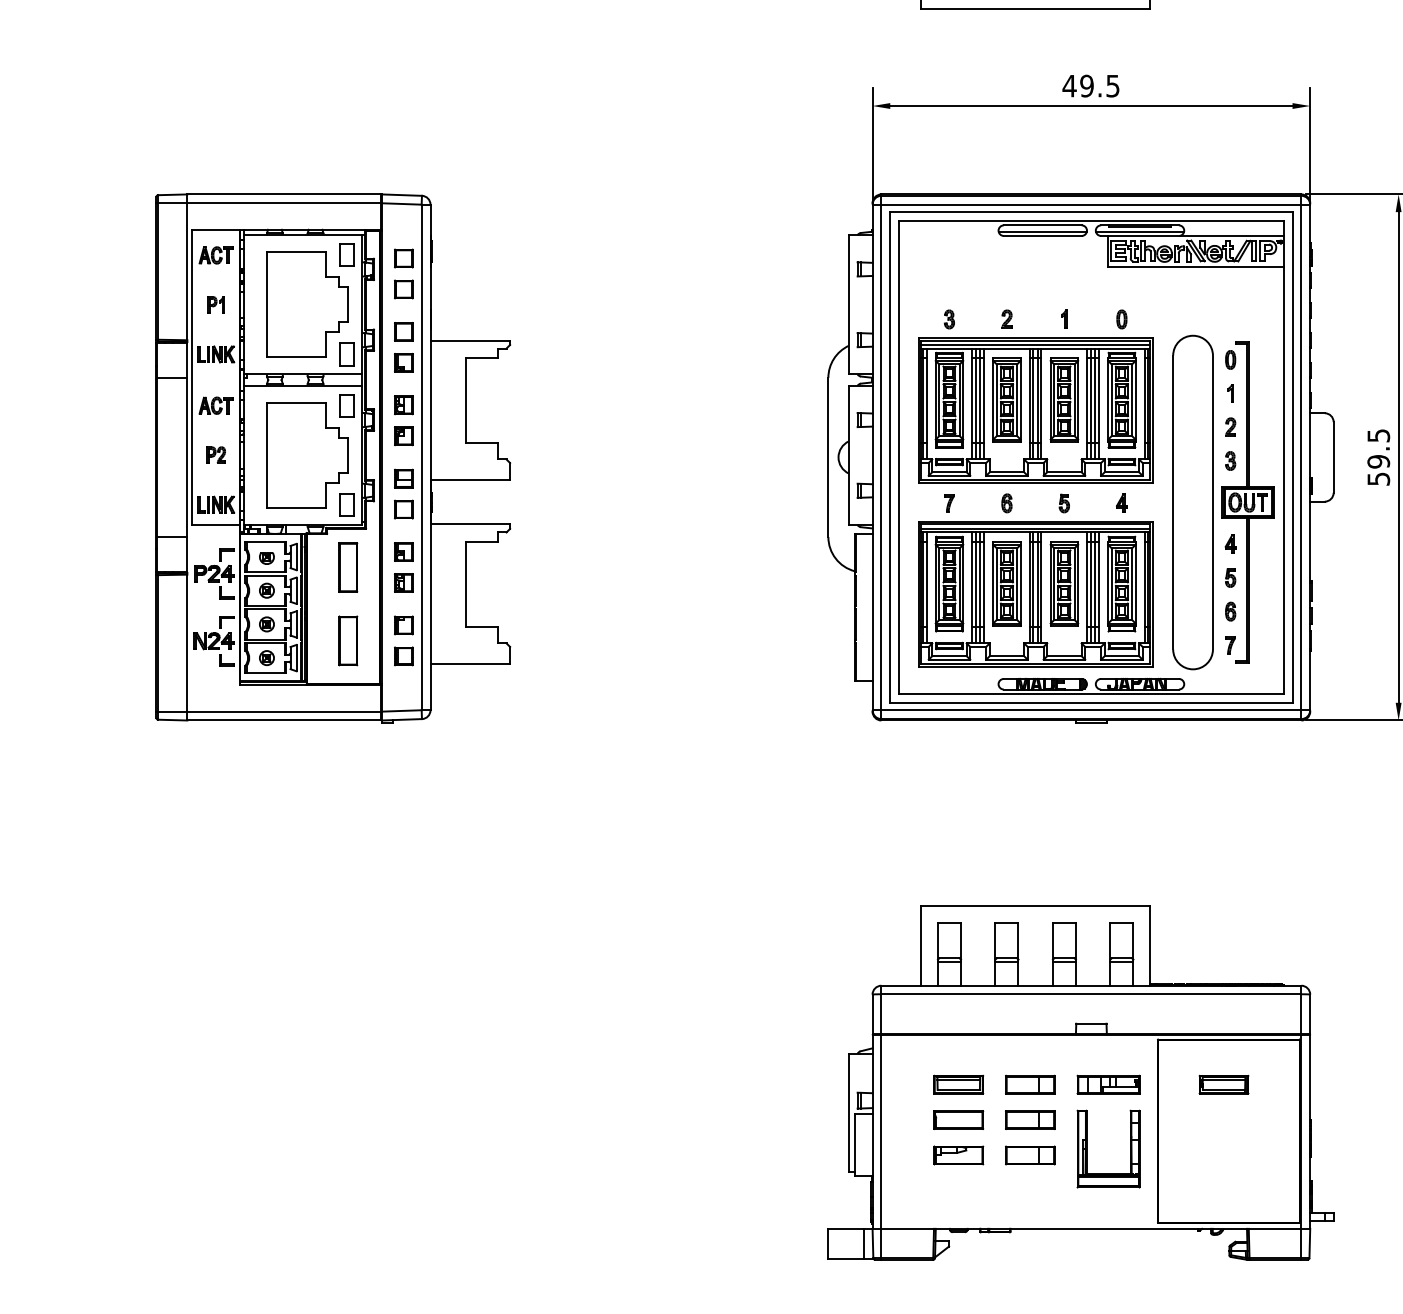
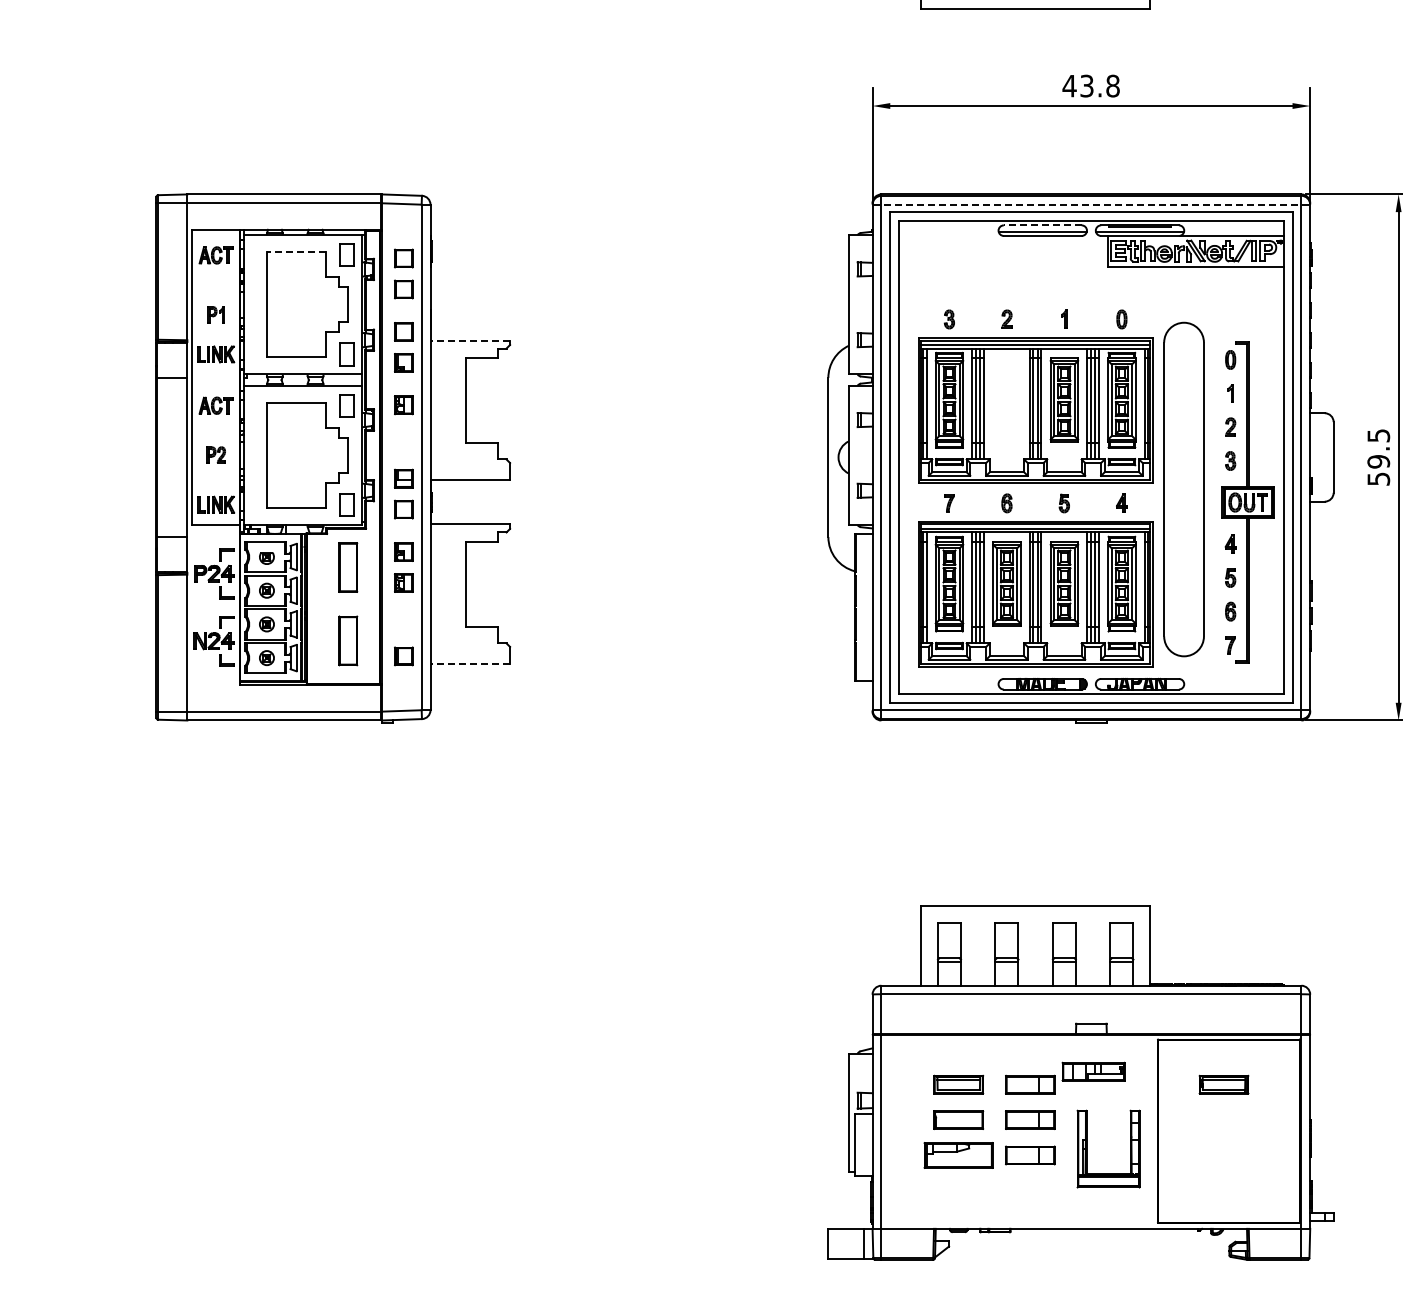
text at (1099, 85): 49.5 -> 43.8
line at (1091, 204): solid -> dashed
line at (1042, 225): solid -> dashed
line at (296, 252): solid -> dashed
part at (215, 304) position: (215, 304) -> (215, 314)
line at (470, 340): solid -> dashed
part at (1006, 399): present -> none
part at (403, 436): present -> none
part at (1192, 502) position: (1192, 502) -> (1183, 489)
part at (403, 625): present -> none
line at (470, 664): solid -> dashed
part at (1108, 1084) position: (1108, 1084) -> (1093, 1071)
part at (958, 1155) size: 52x21 px -> 71x27 px
